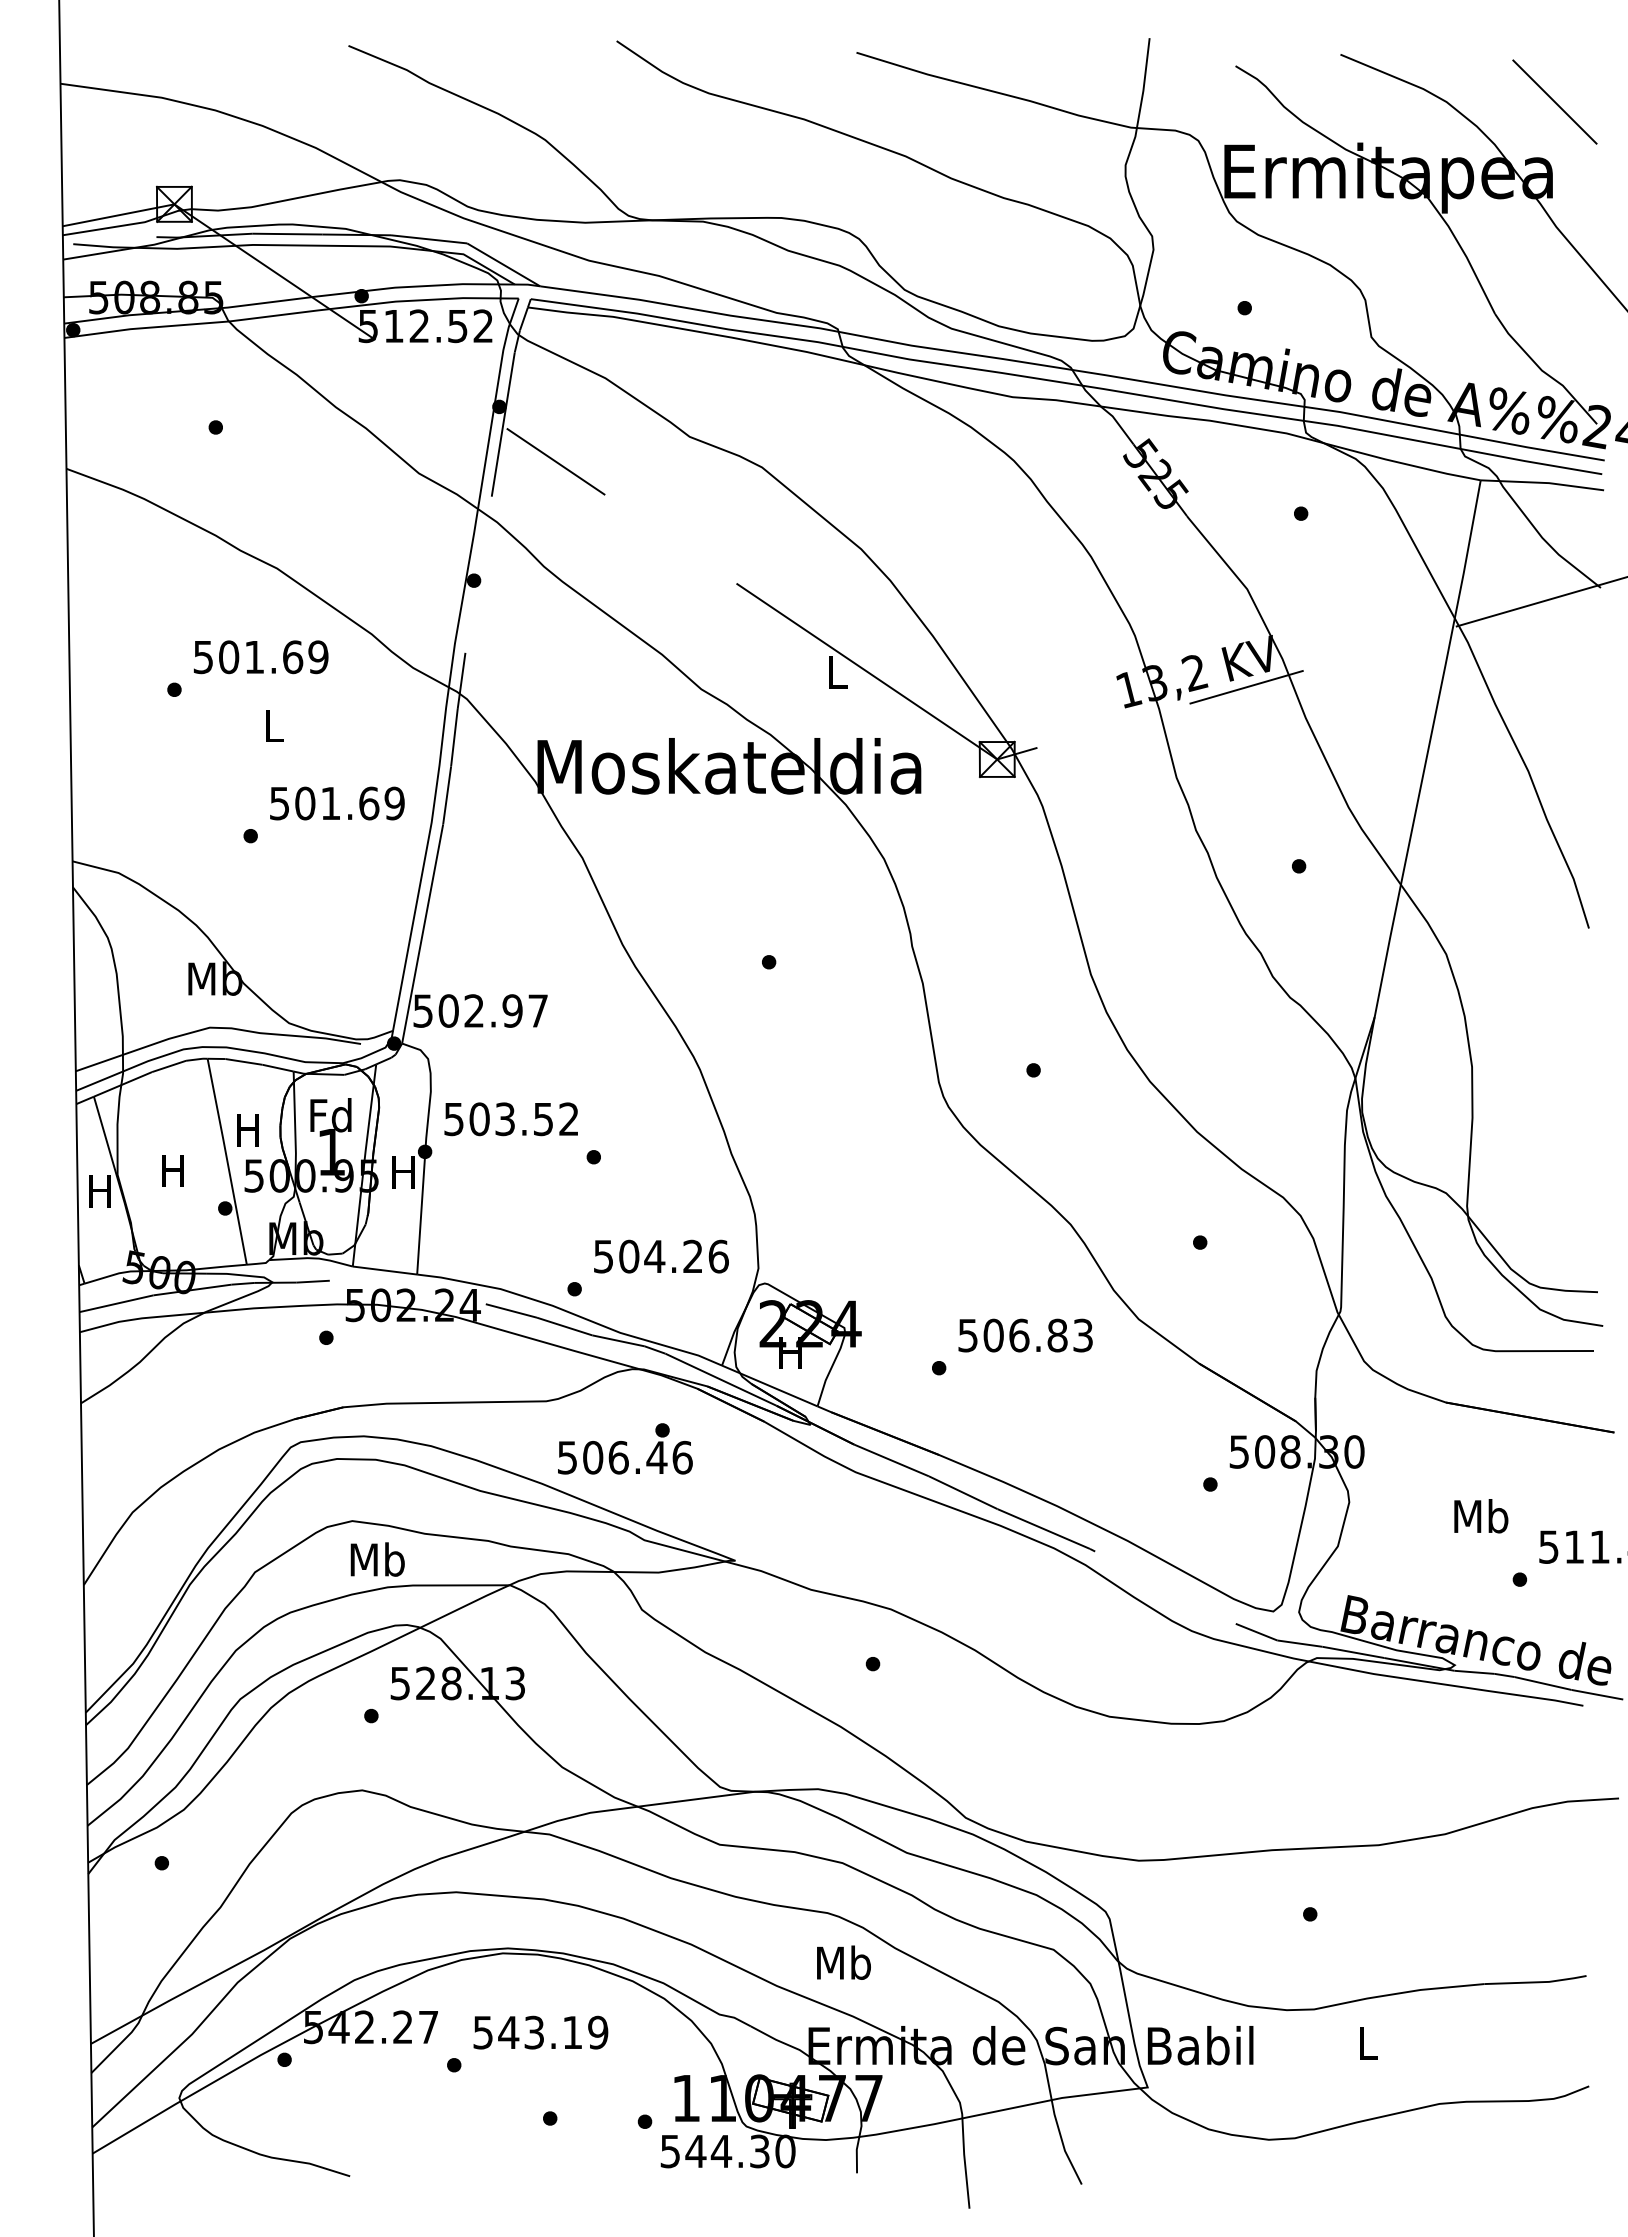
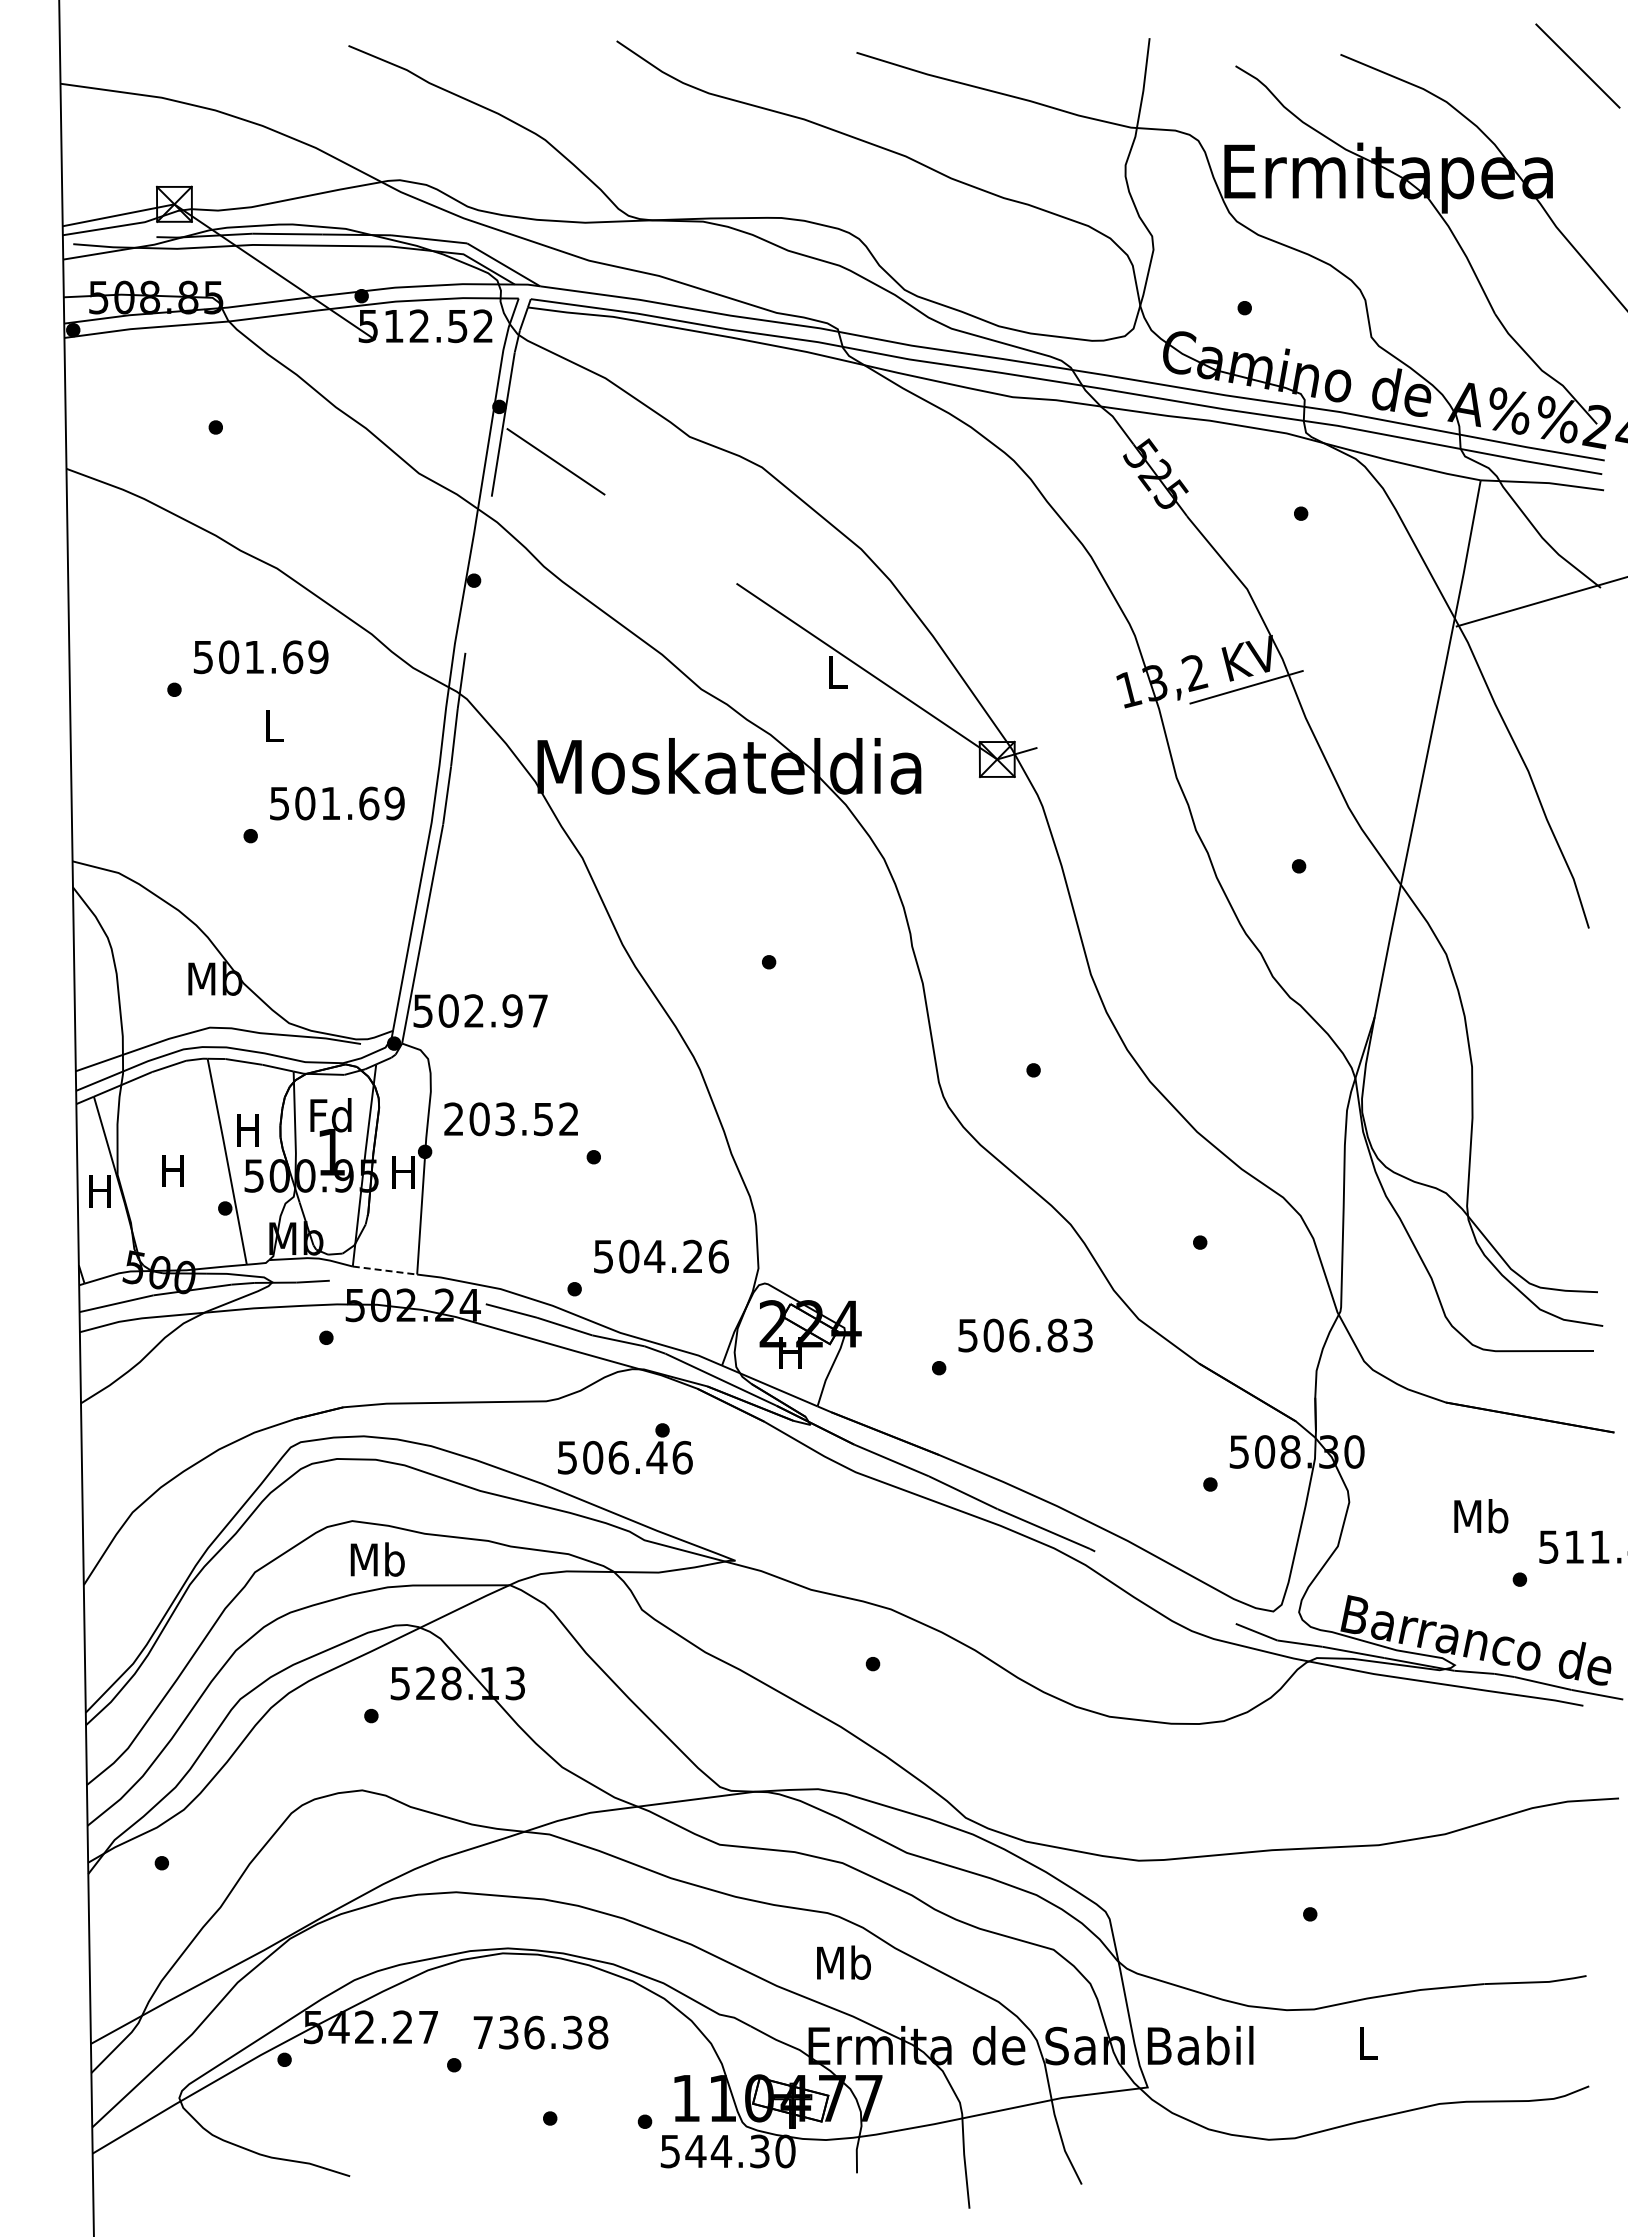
line at (1554, 101) position: (1554, 101) -> (1577, 65)
text at (453, 1119): 503.52 -> 203.52
line at (385, 1270): solid -> dashed
text at (540, 2032): 543.19 -> 736.38
